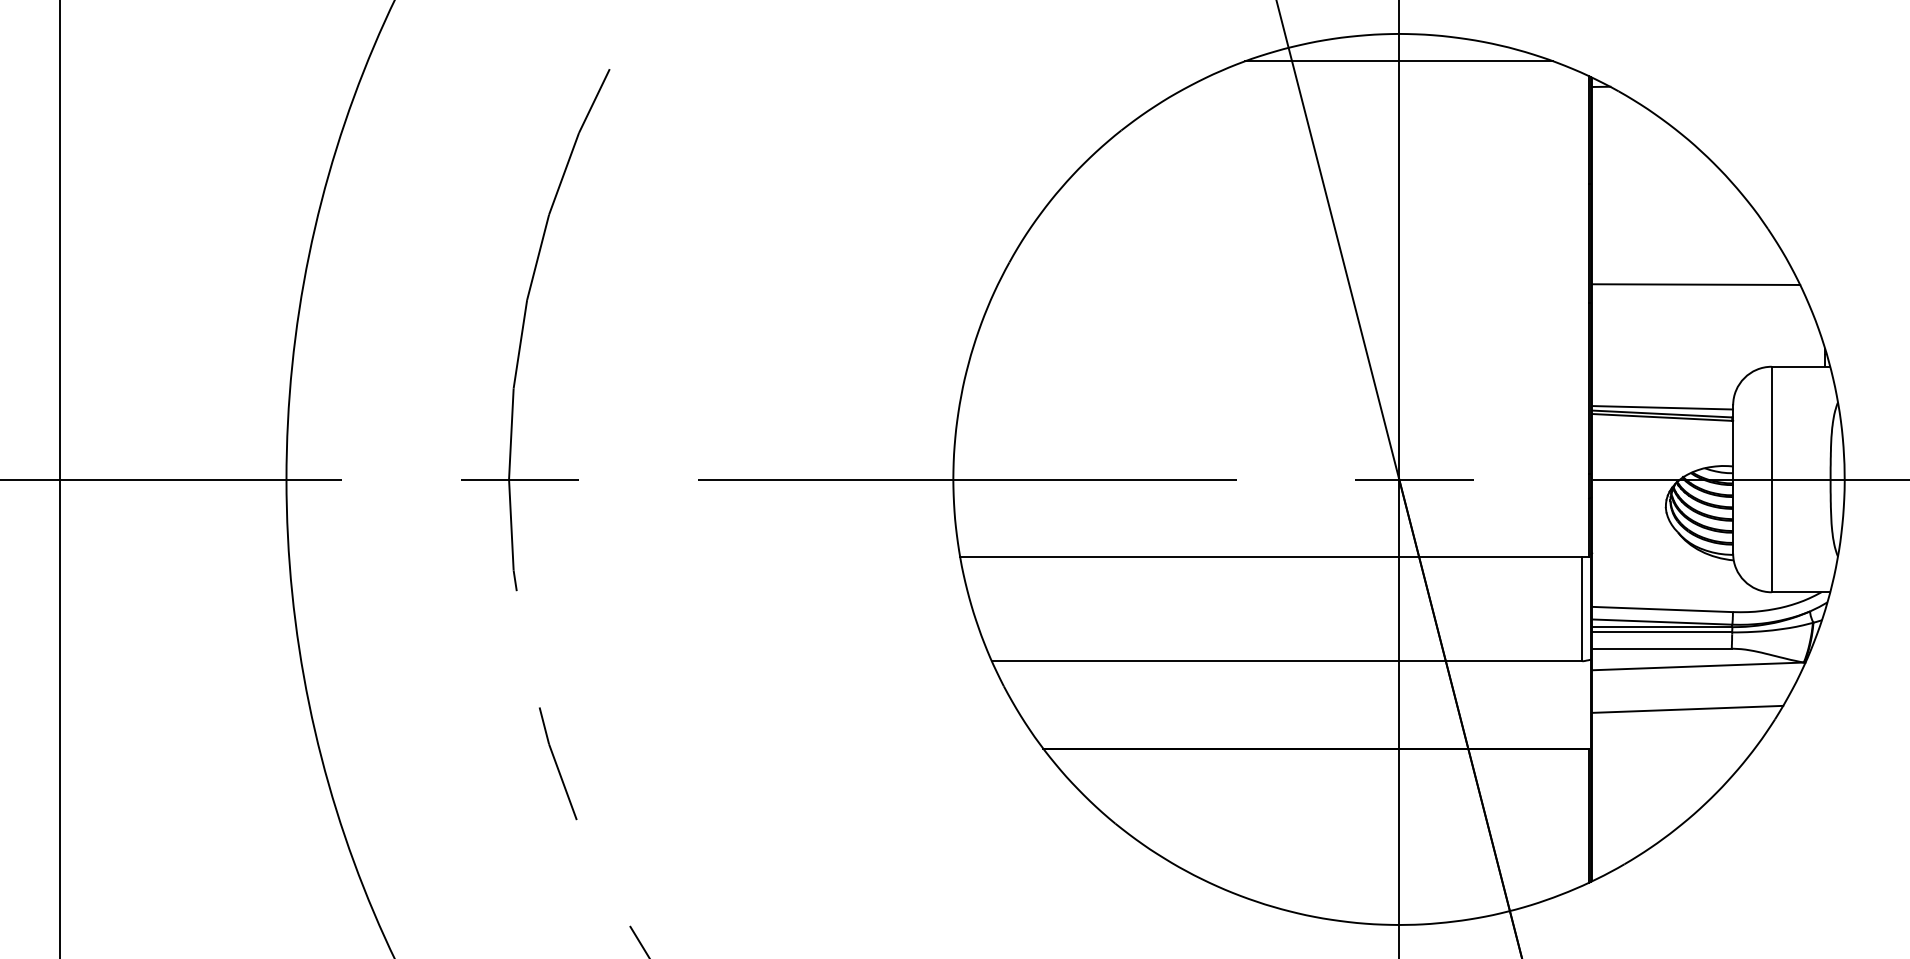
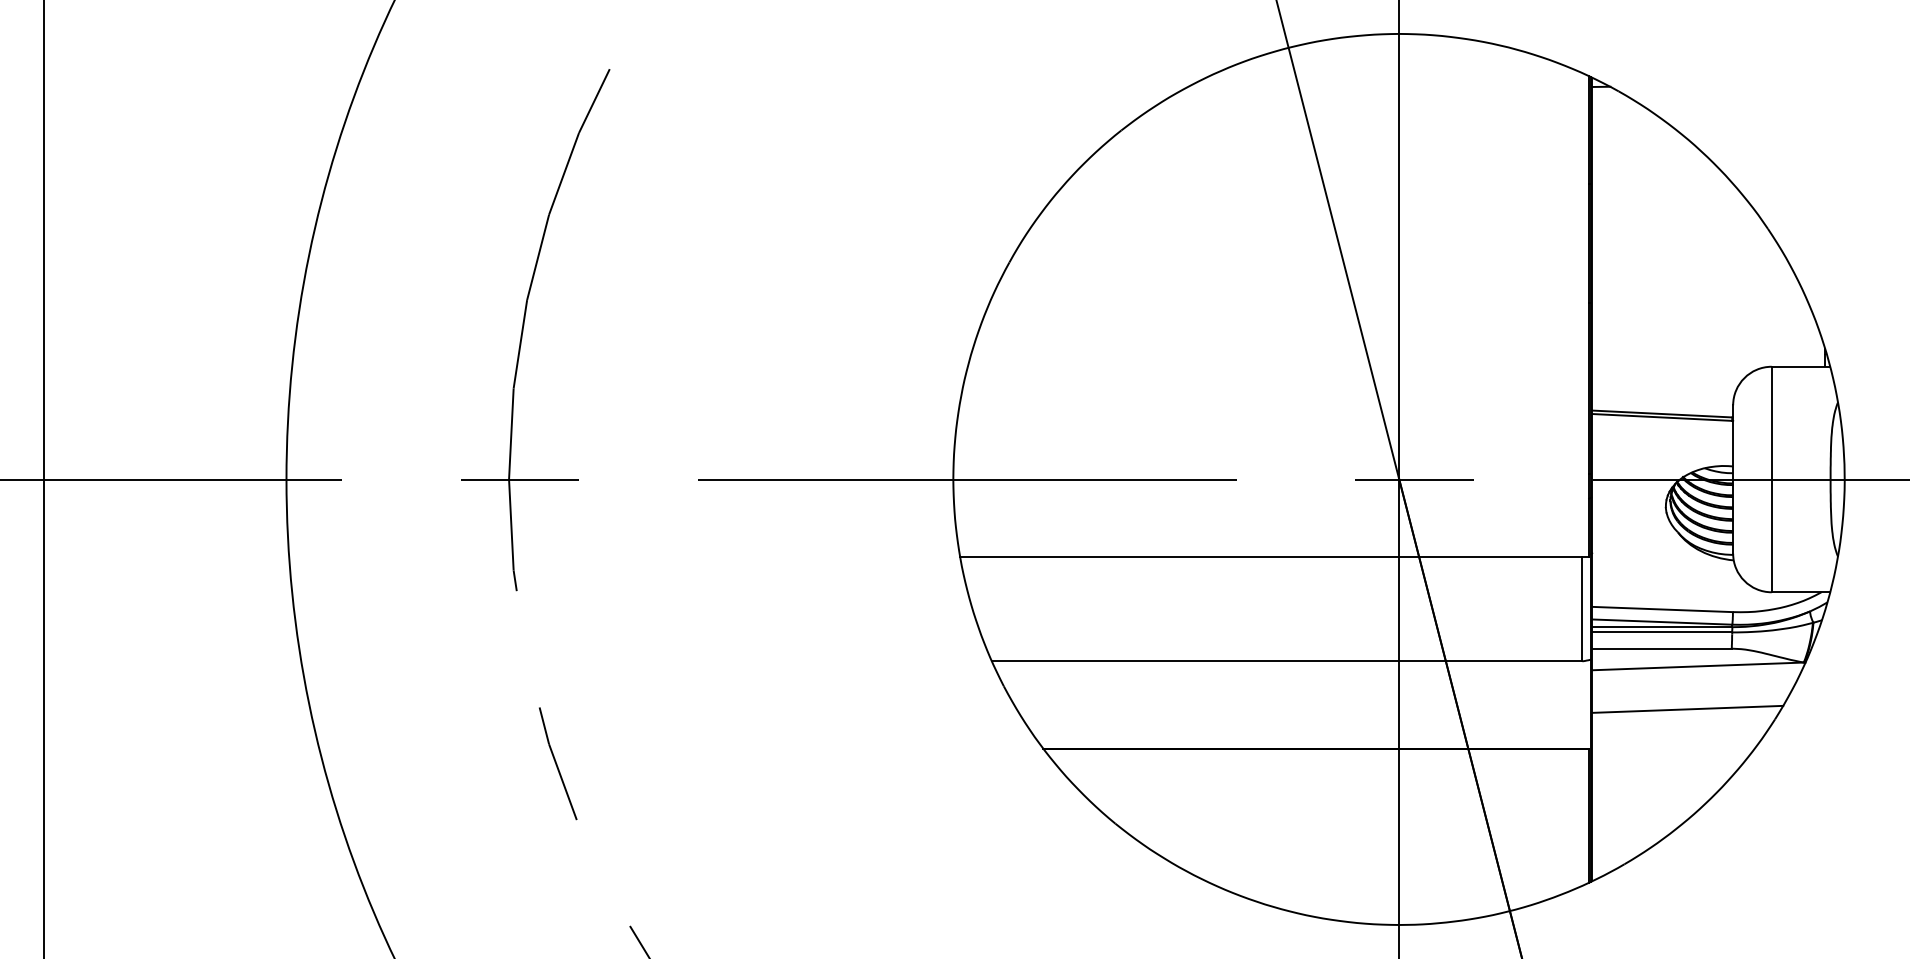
line at (1399, 61): present -> none
line at (1696, 284): present -> none
line at (1662, 407): present -> none
line at (59, 478) position: (59, 478) -> (43, 478)
